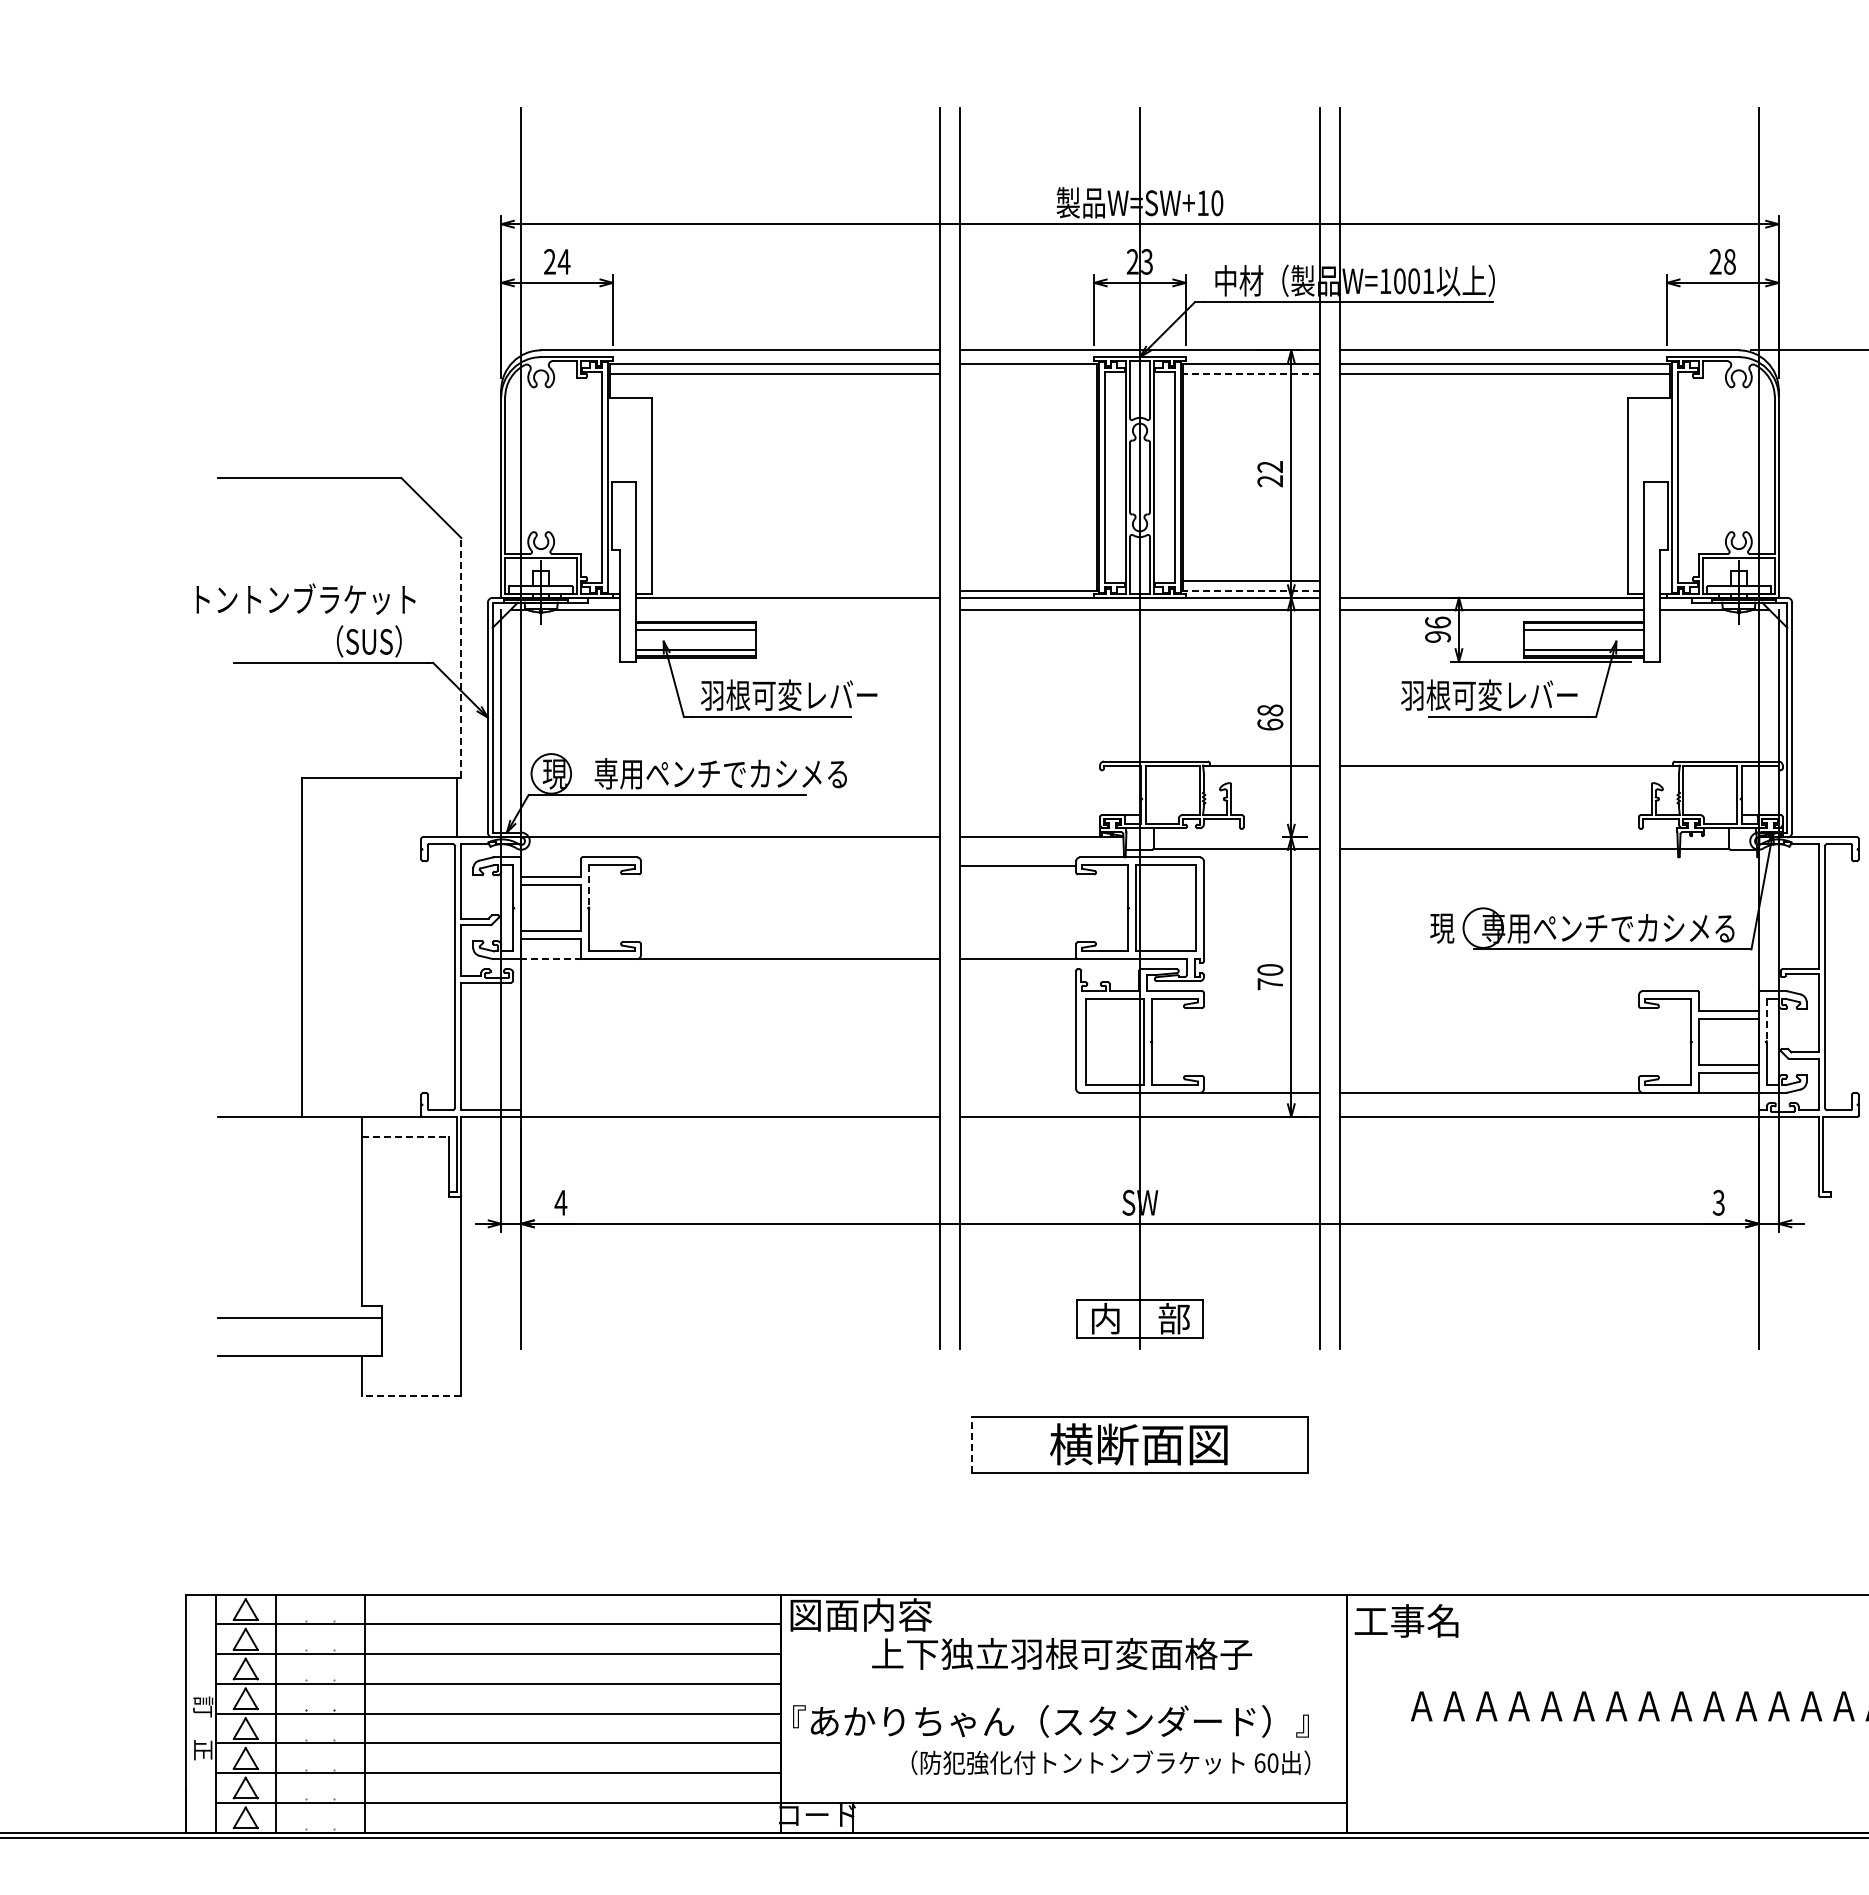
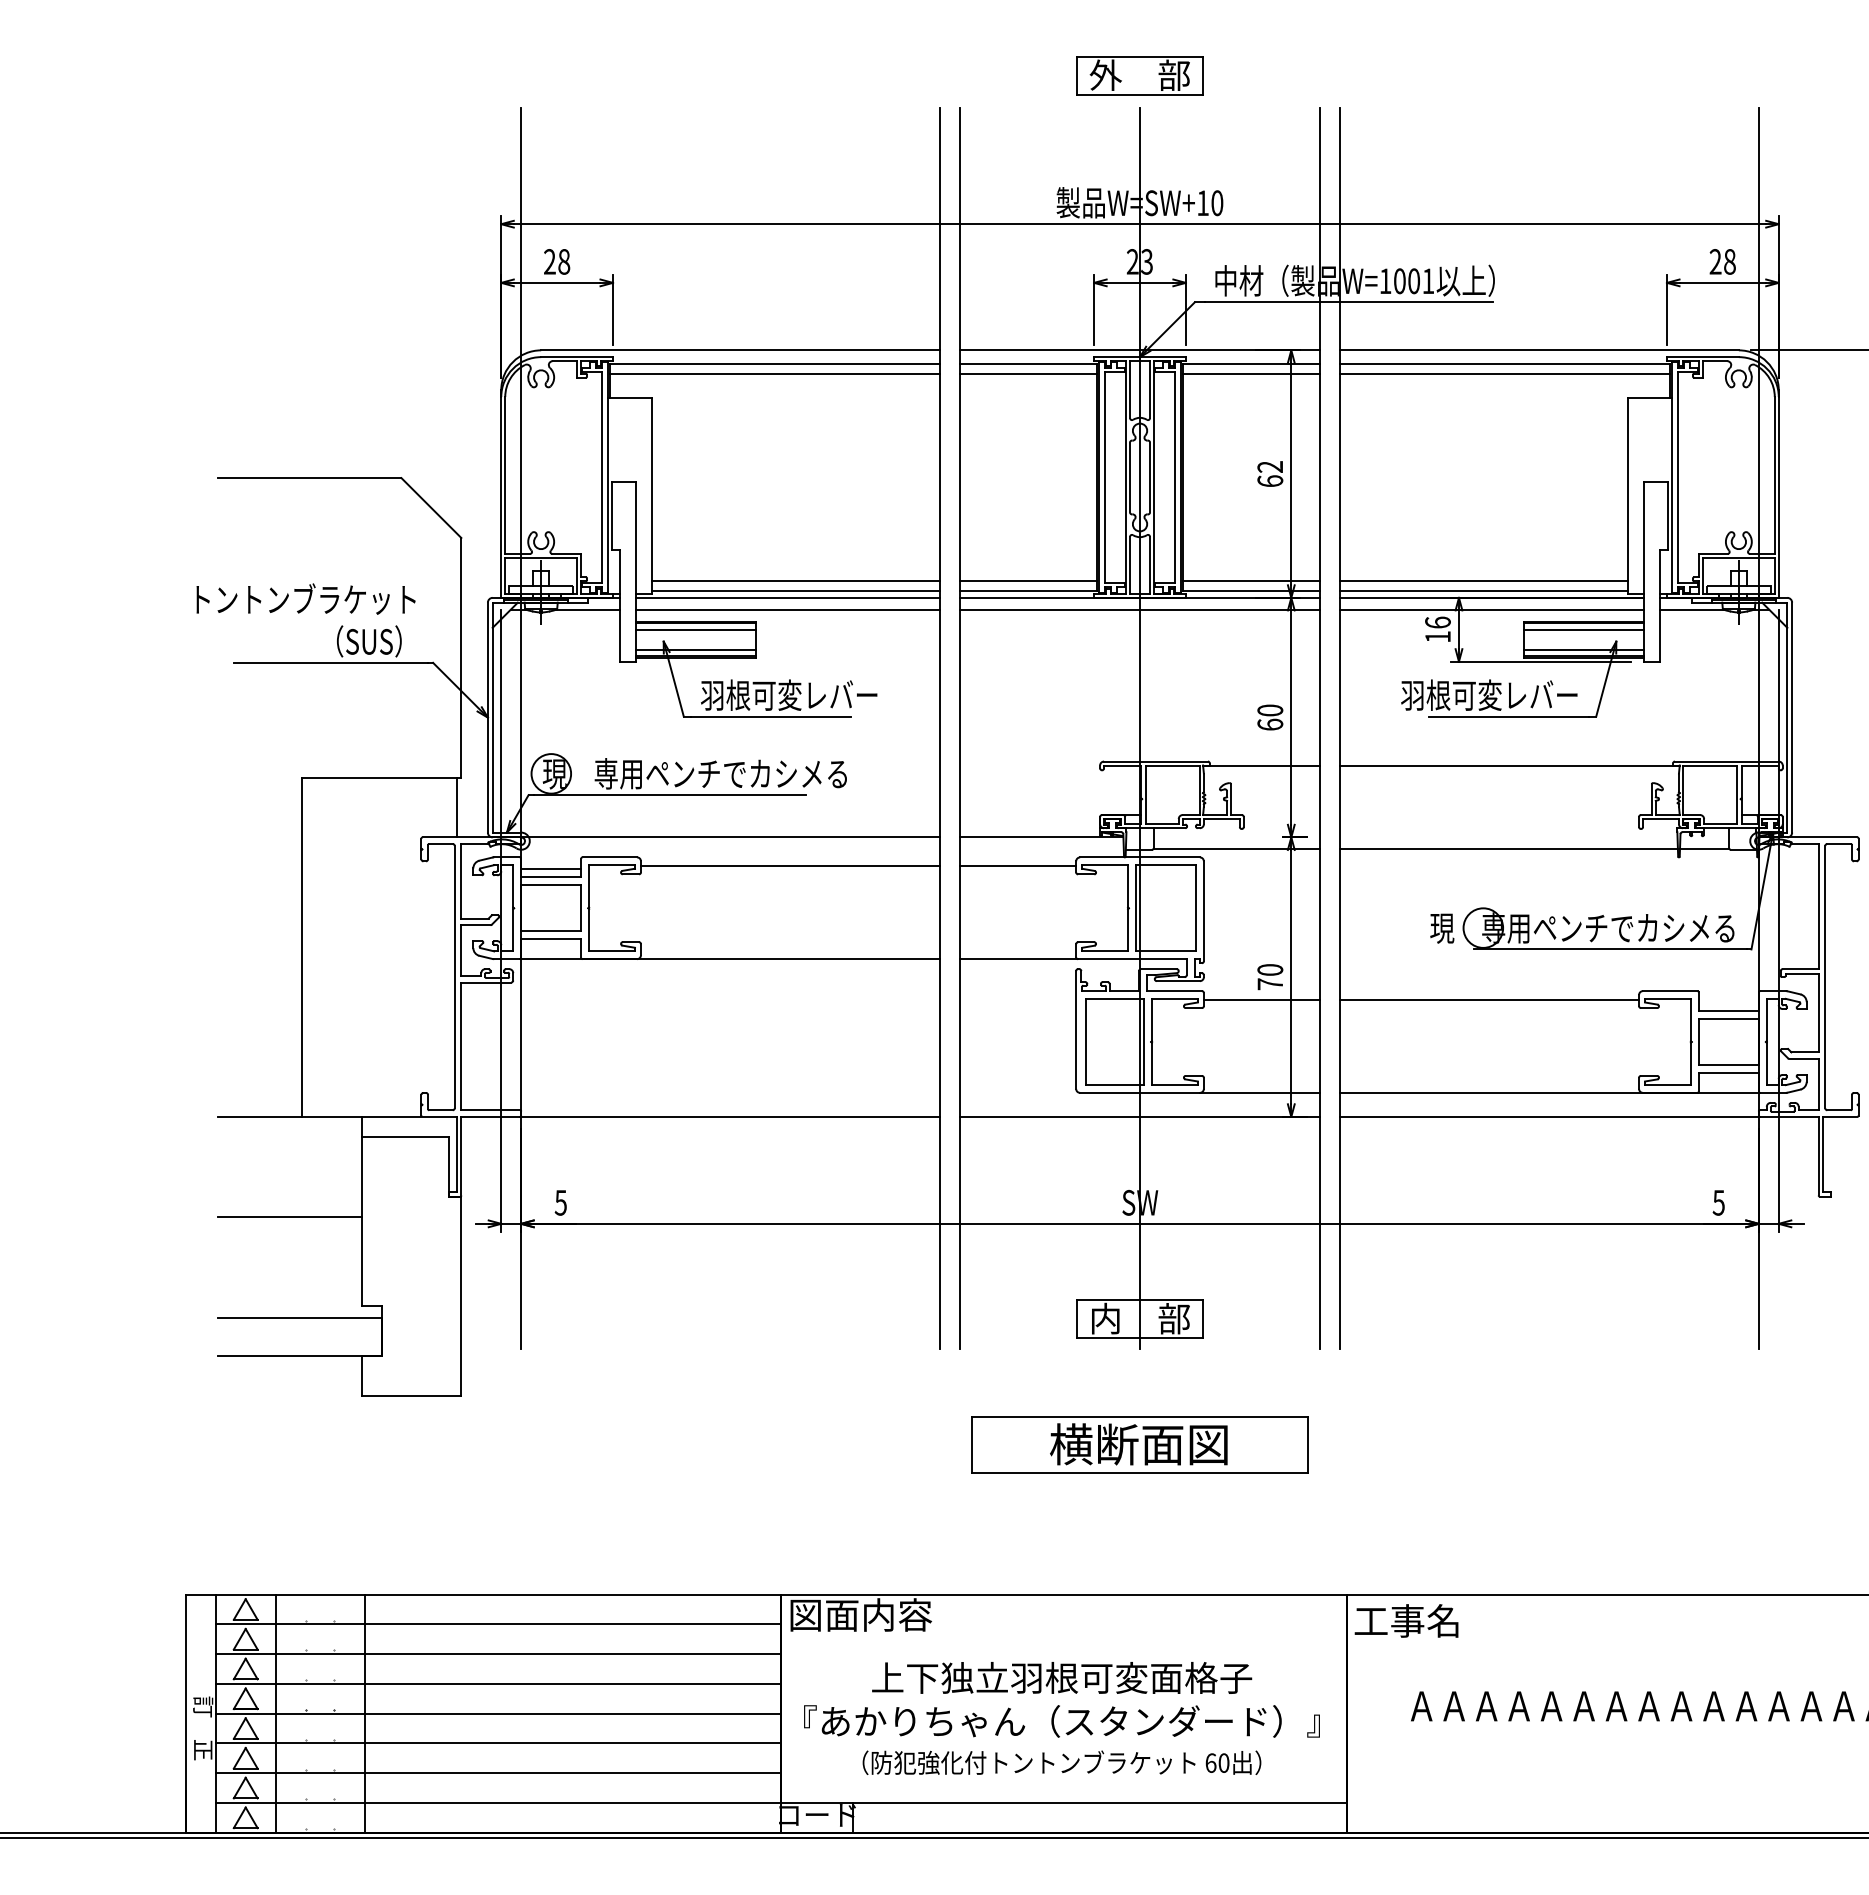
part at (1139, 75): none -> present
text at (563, 261): 24 -> 28
line at (1028, 373): none -> present
line at (1250, 373): dashed -> solid
text at (1270, 481): 22 -> 62
line at (795, 581): none -> present
line at (1028, 581): none -> present
line at (1483, 581): none -> present
line at (795, 591): none -> present
line at (1250, 591): dashed -> solid
line at (1483, 591): none -> present
line at (788, 609): none -> present
text at (1437, 636): 96 -> 16
line at (461, 657): dashed -> solid
text at (1270, 710): 68 -> 60
line at (790, 866): none -> present
line at (551, 868): none -> present
line at (589, 886): dashed -> solid
line at (551, 959): dashed -> solid
line at (1261, 1000): none -> present
line at (1489, 1000): none -> present
line at (1766, 1020): dashed -> solid
line at (405, 1136): dashed -> solid
text at (560, 1202): 4 -> 5
text at (1718, 1202): 3 -> 5
line at (289, 1216): none -> present
line at (411, 1396): dashed -> solid
line at (972, 1444): dashed -> solid
text at (1062, 1653) position: (1062, 1653) -> (1062, 1677)
text at (1050, 1721) position: (1050, 1721) -> (1061, 1721)
text at (1110, 1762) position: (1110, 1762) -> (1061, 1762)
